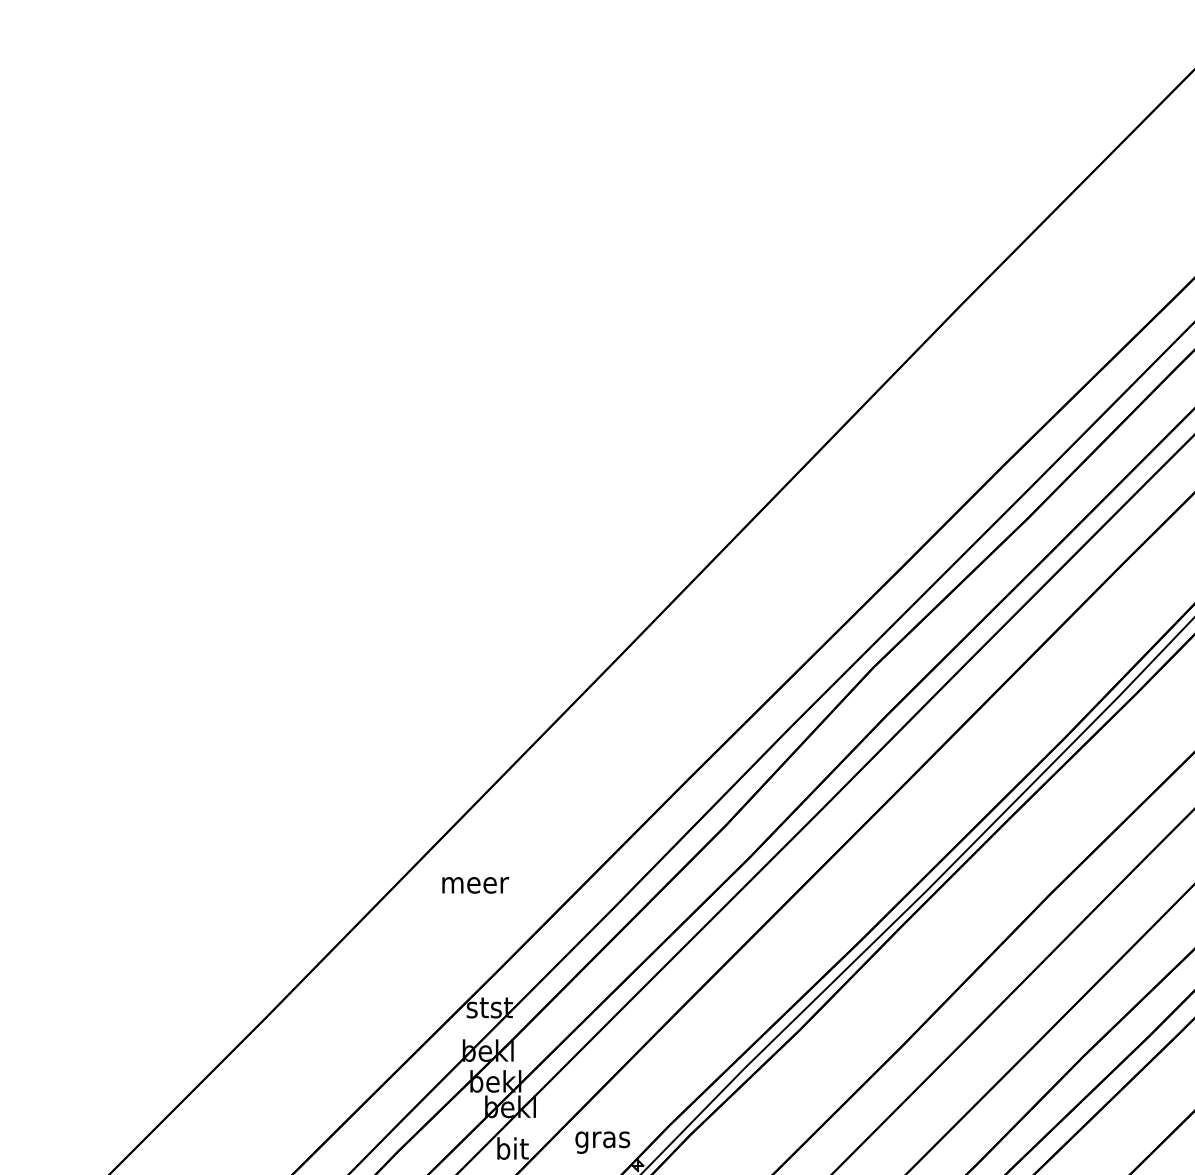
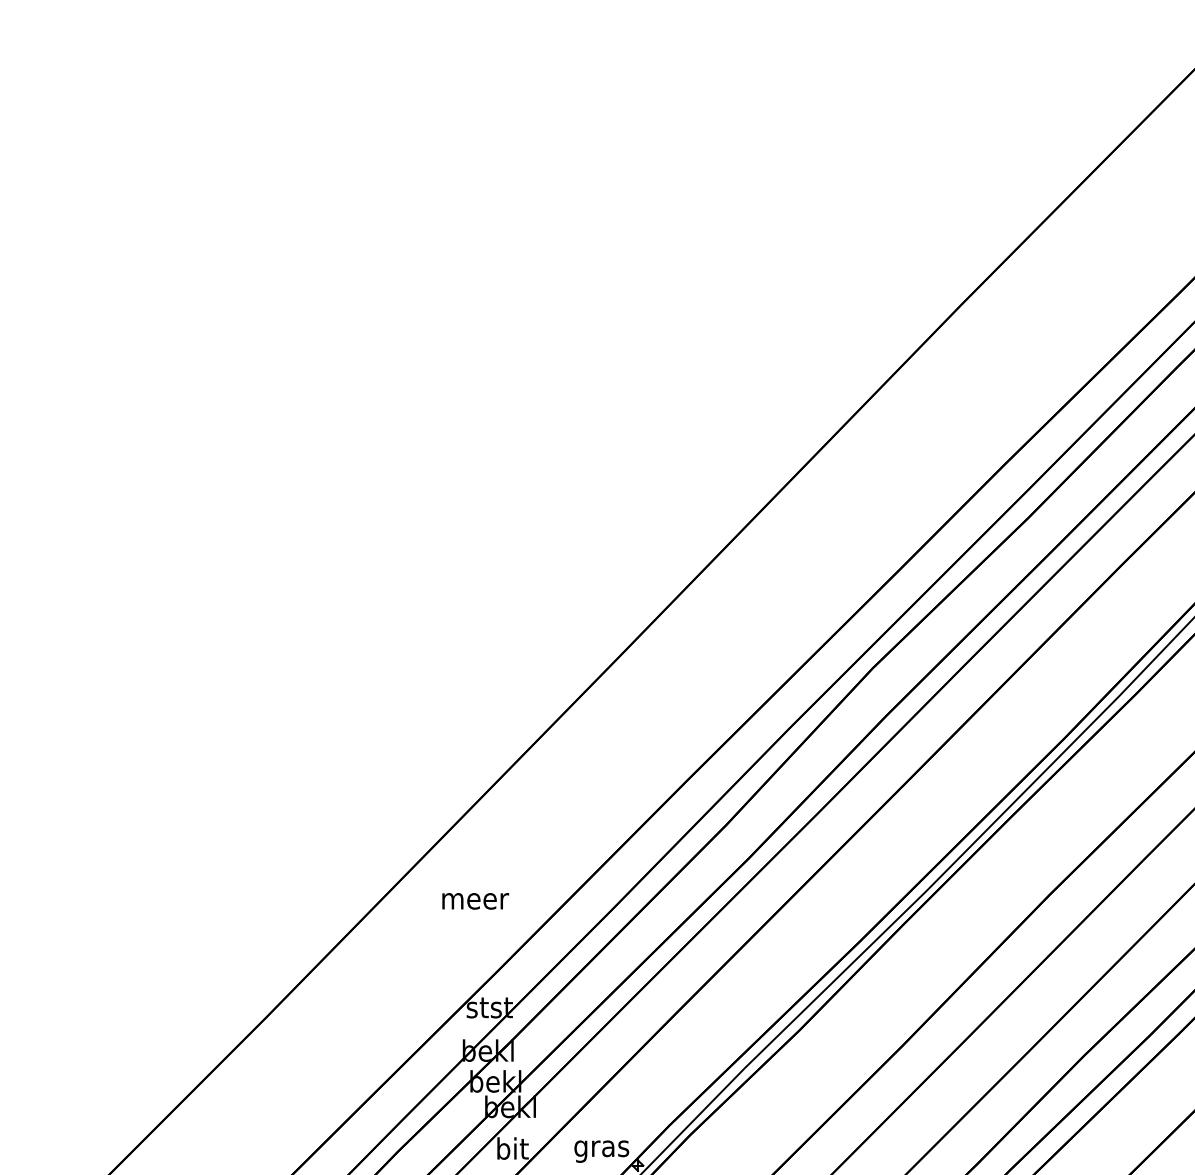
text at (475, 885) position: (475, 885) -> (475, 901)
text at (602, 1142) position: (602, 1142) -> (601, 1151)
